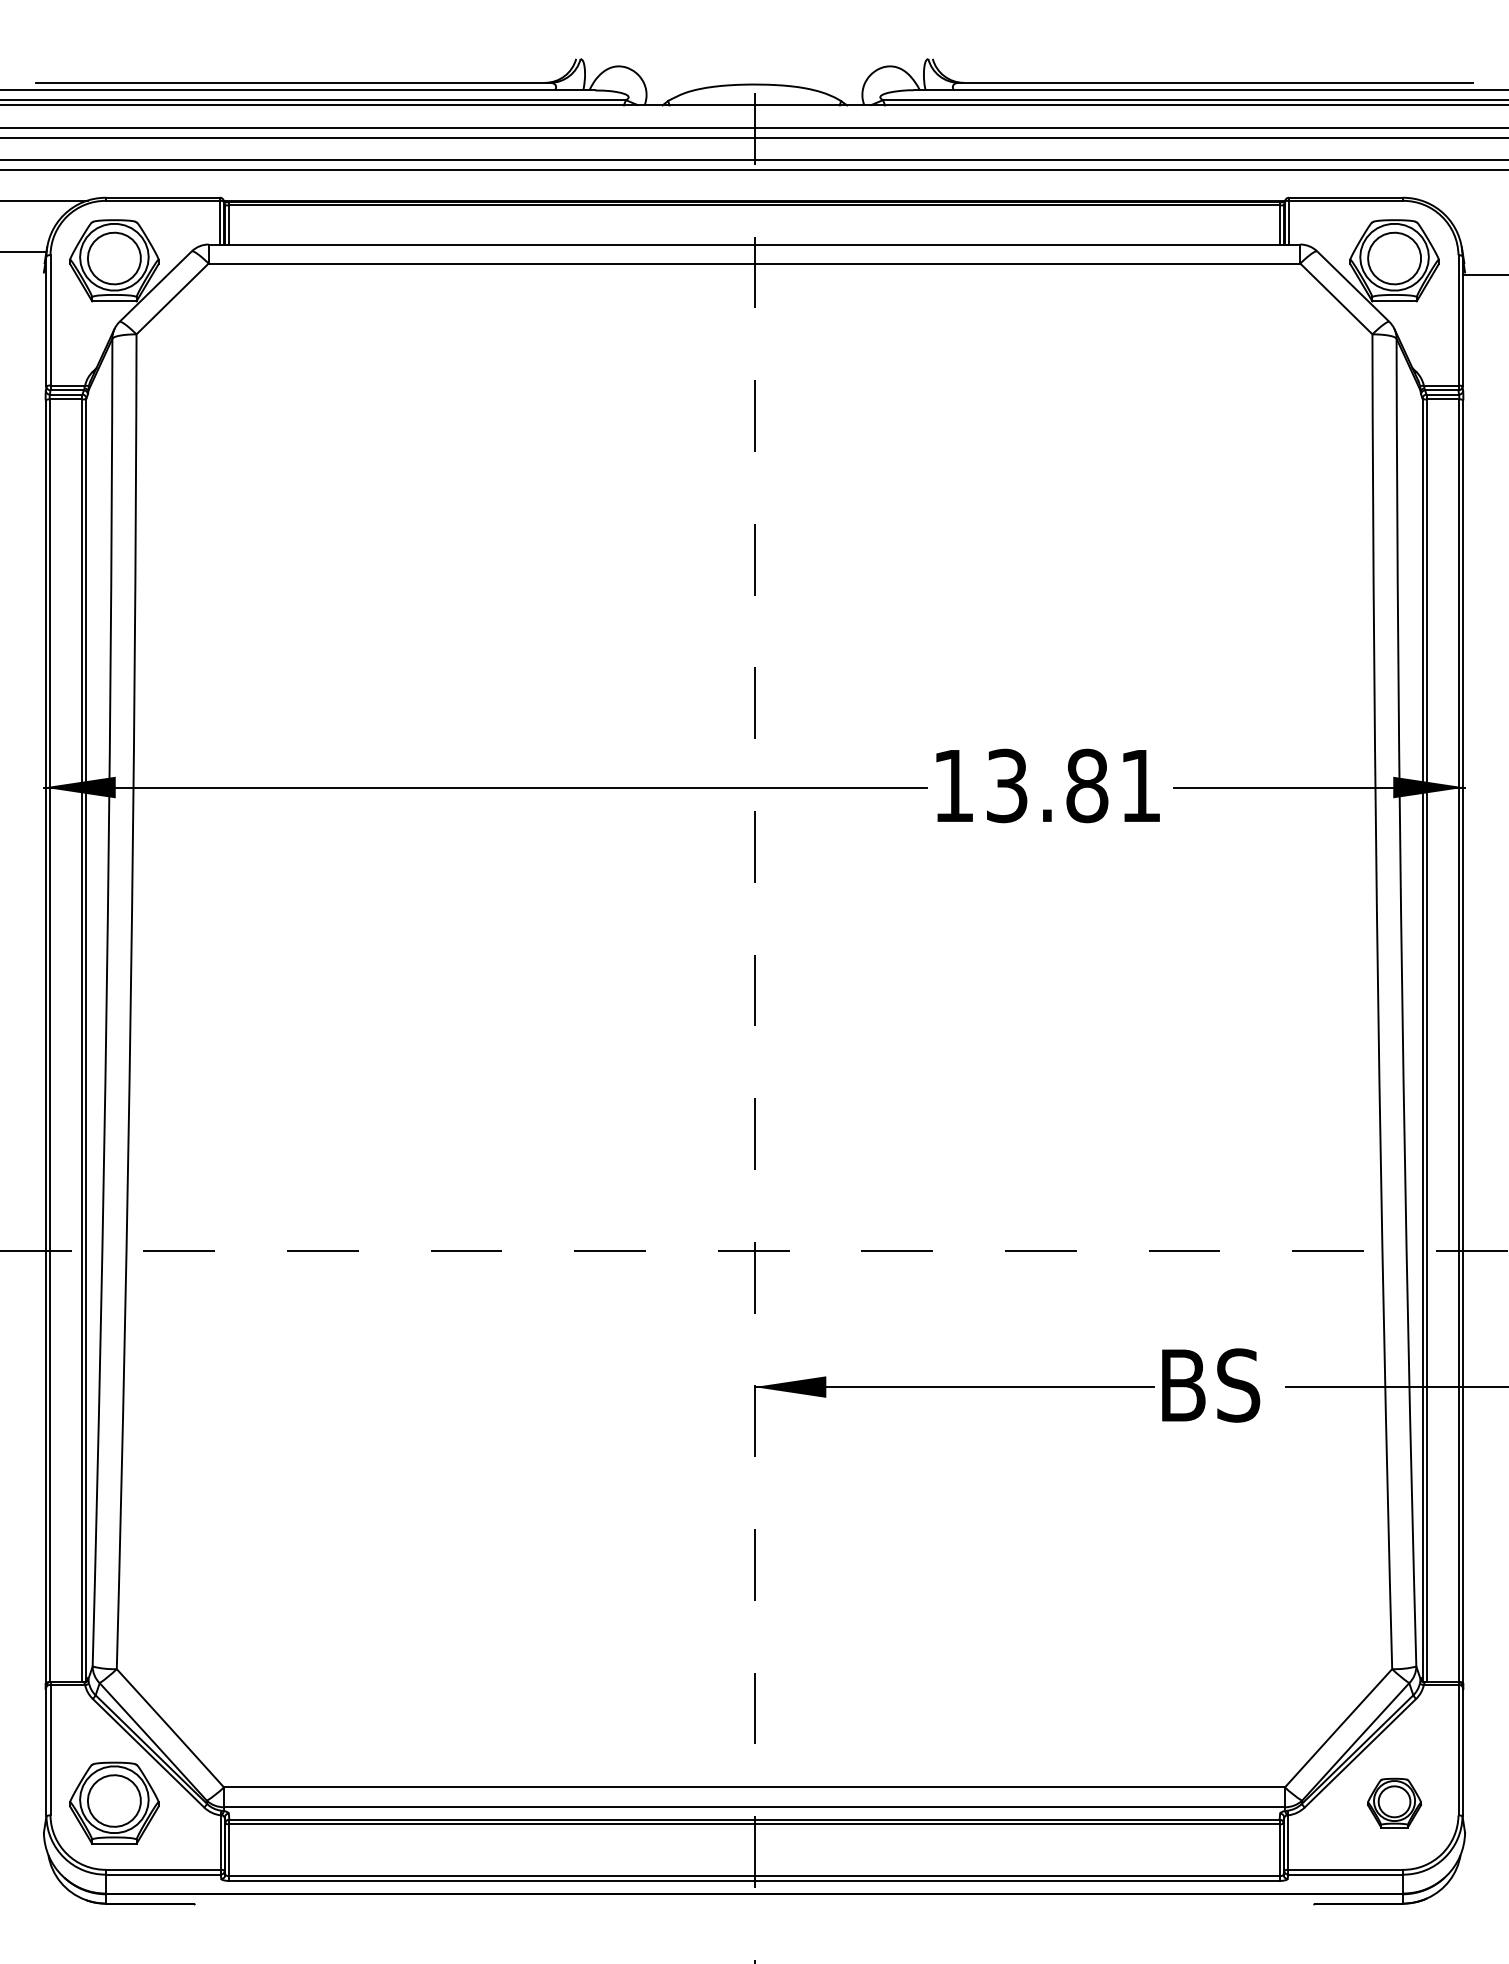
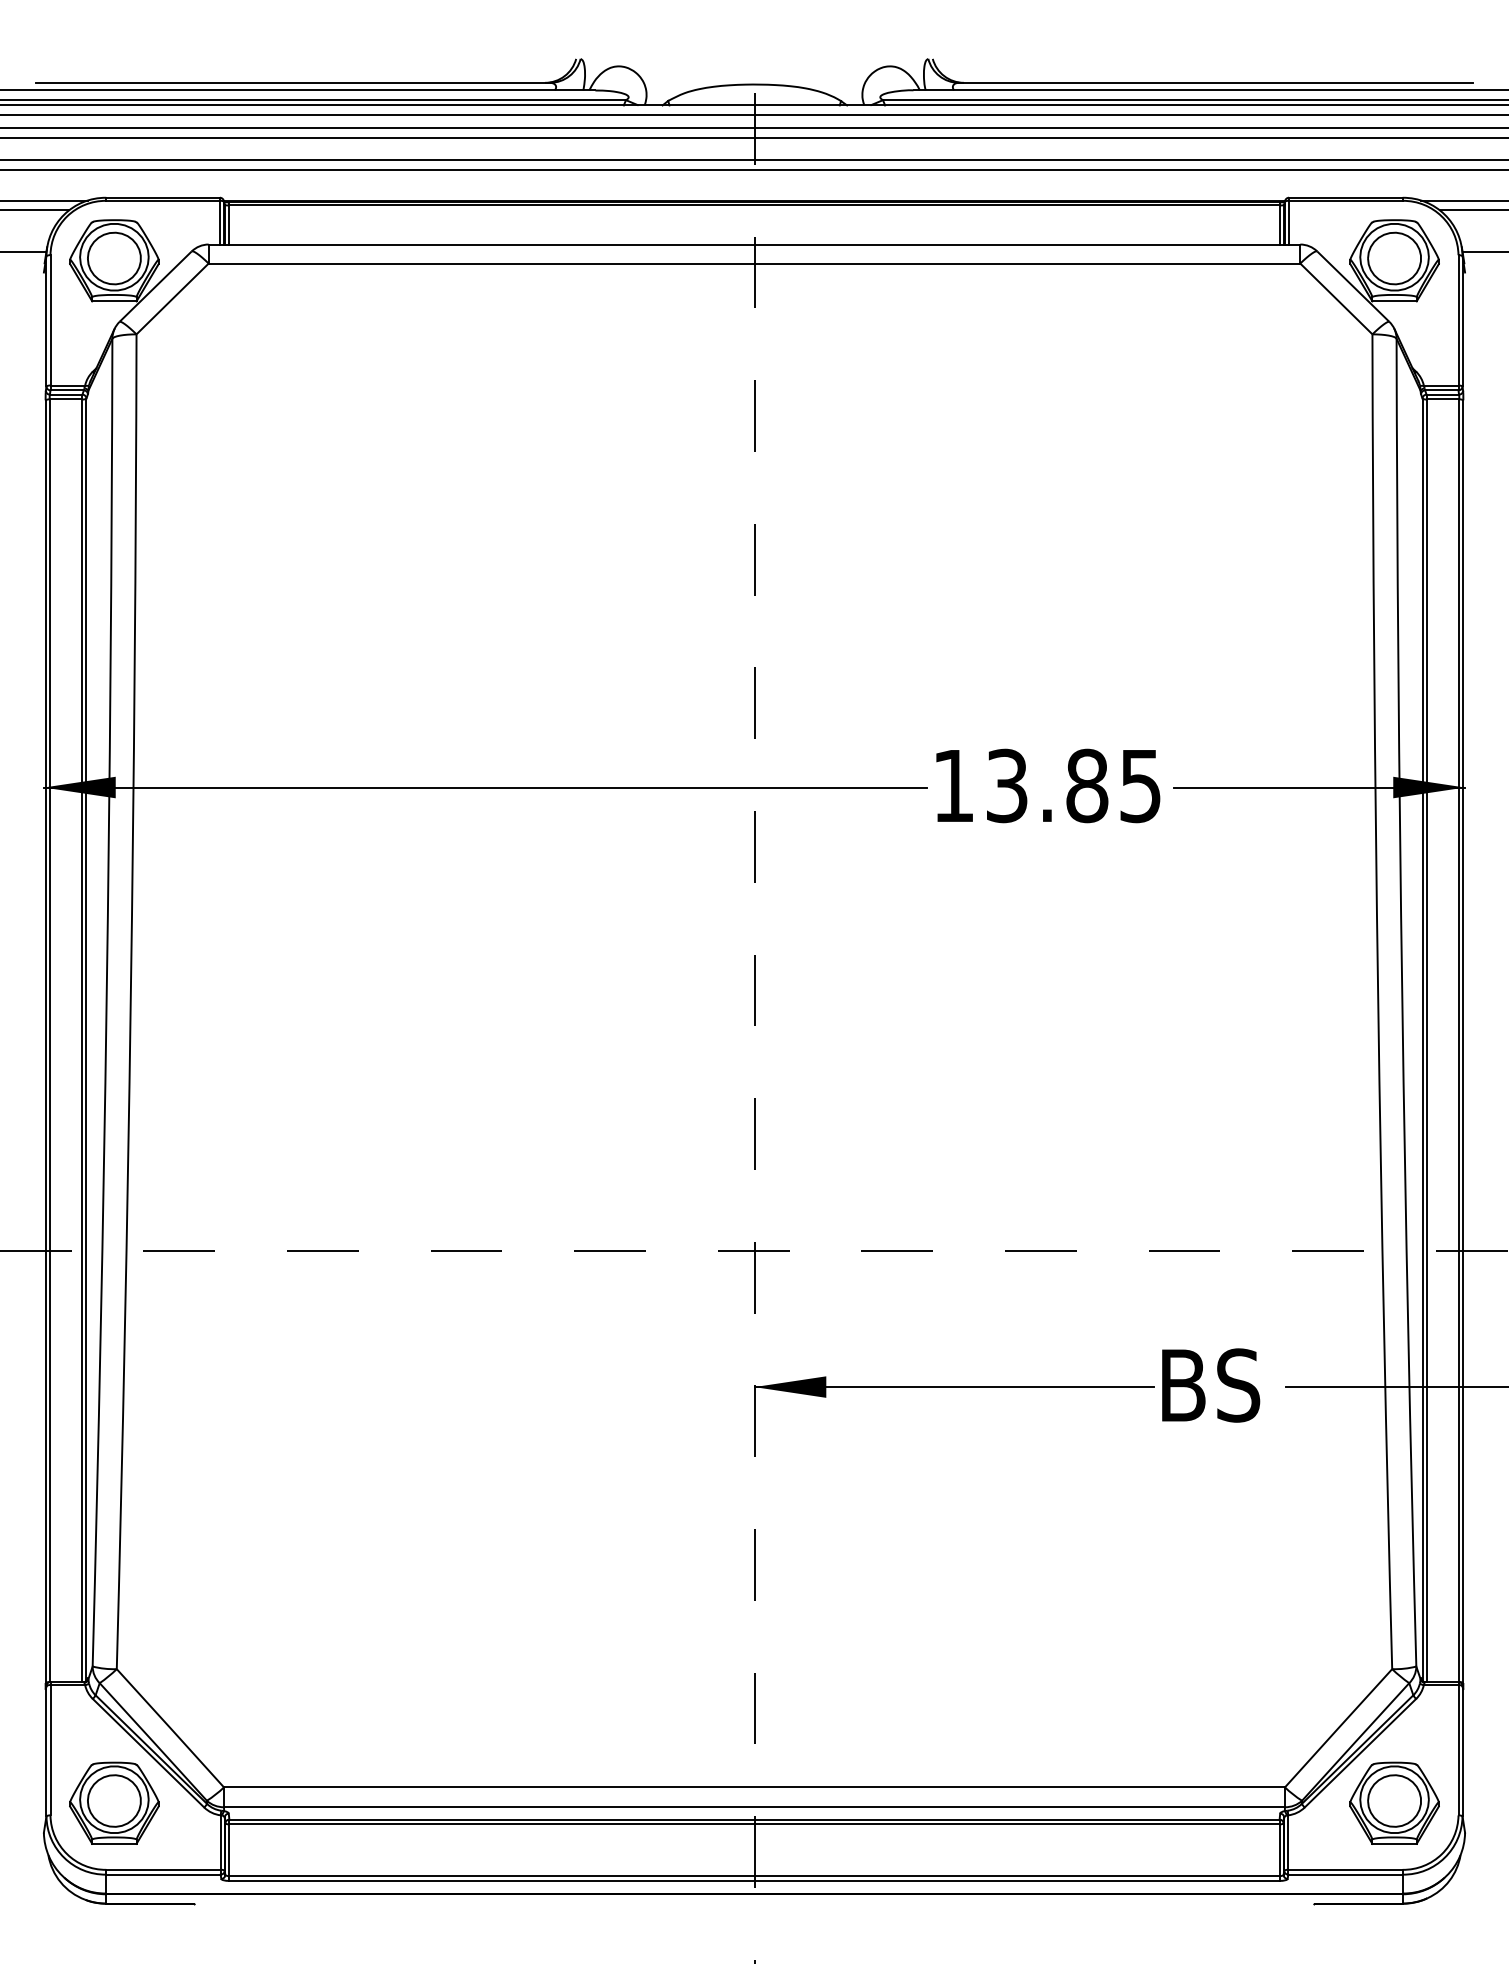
line at (753, 115): none -> present
line at (1462, 200): none -> present
line at (35, 210): none -> present
line at (1472, 210): none -> present
line at (1483, 274) position: (1483, 274) -> (1483, 251)
text at (1140, 786): 13.81 -> 13.85
part at (1394, 1802) size: 56x52 px -> 91x84 px
